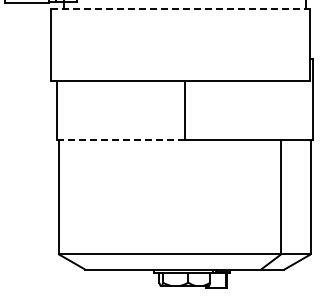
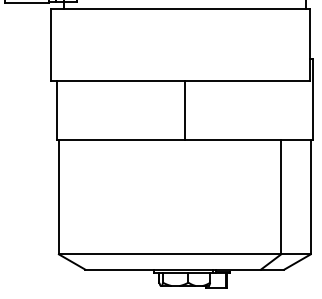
line at (180, 9): dashed -> solid
line at (120, 139): dashed -> solid
